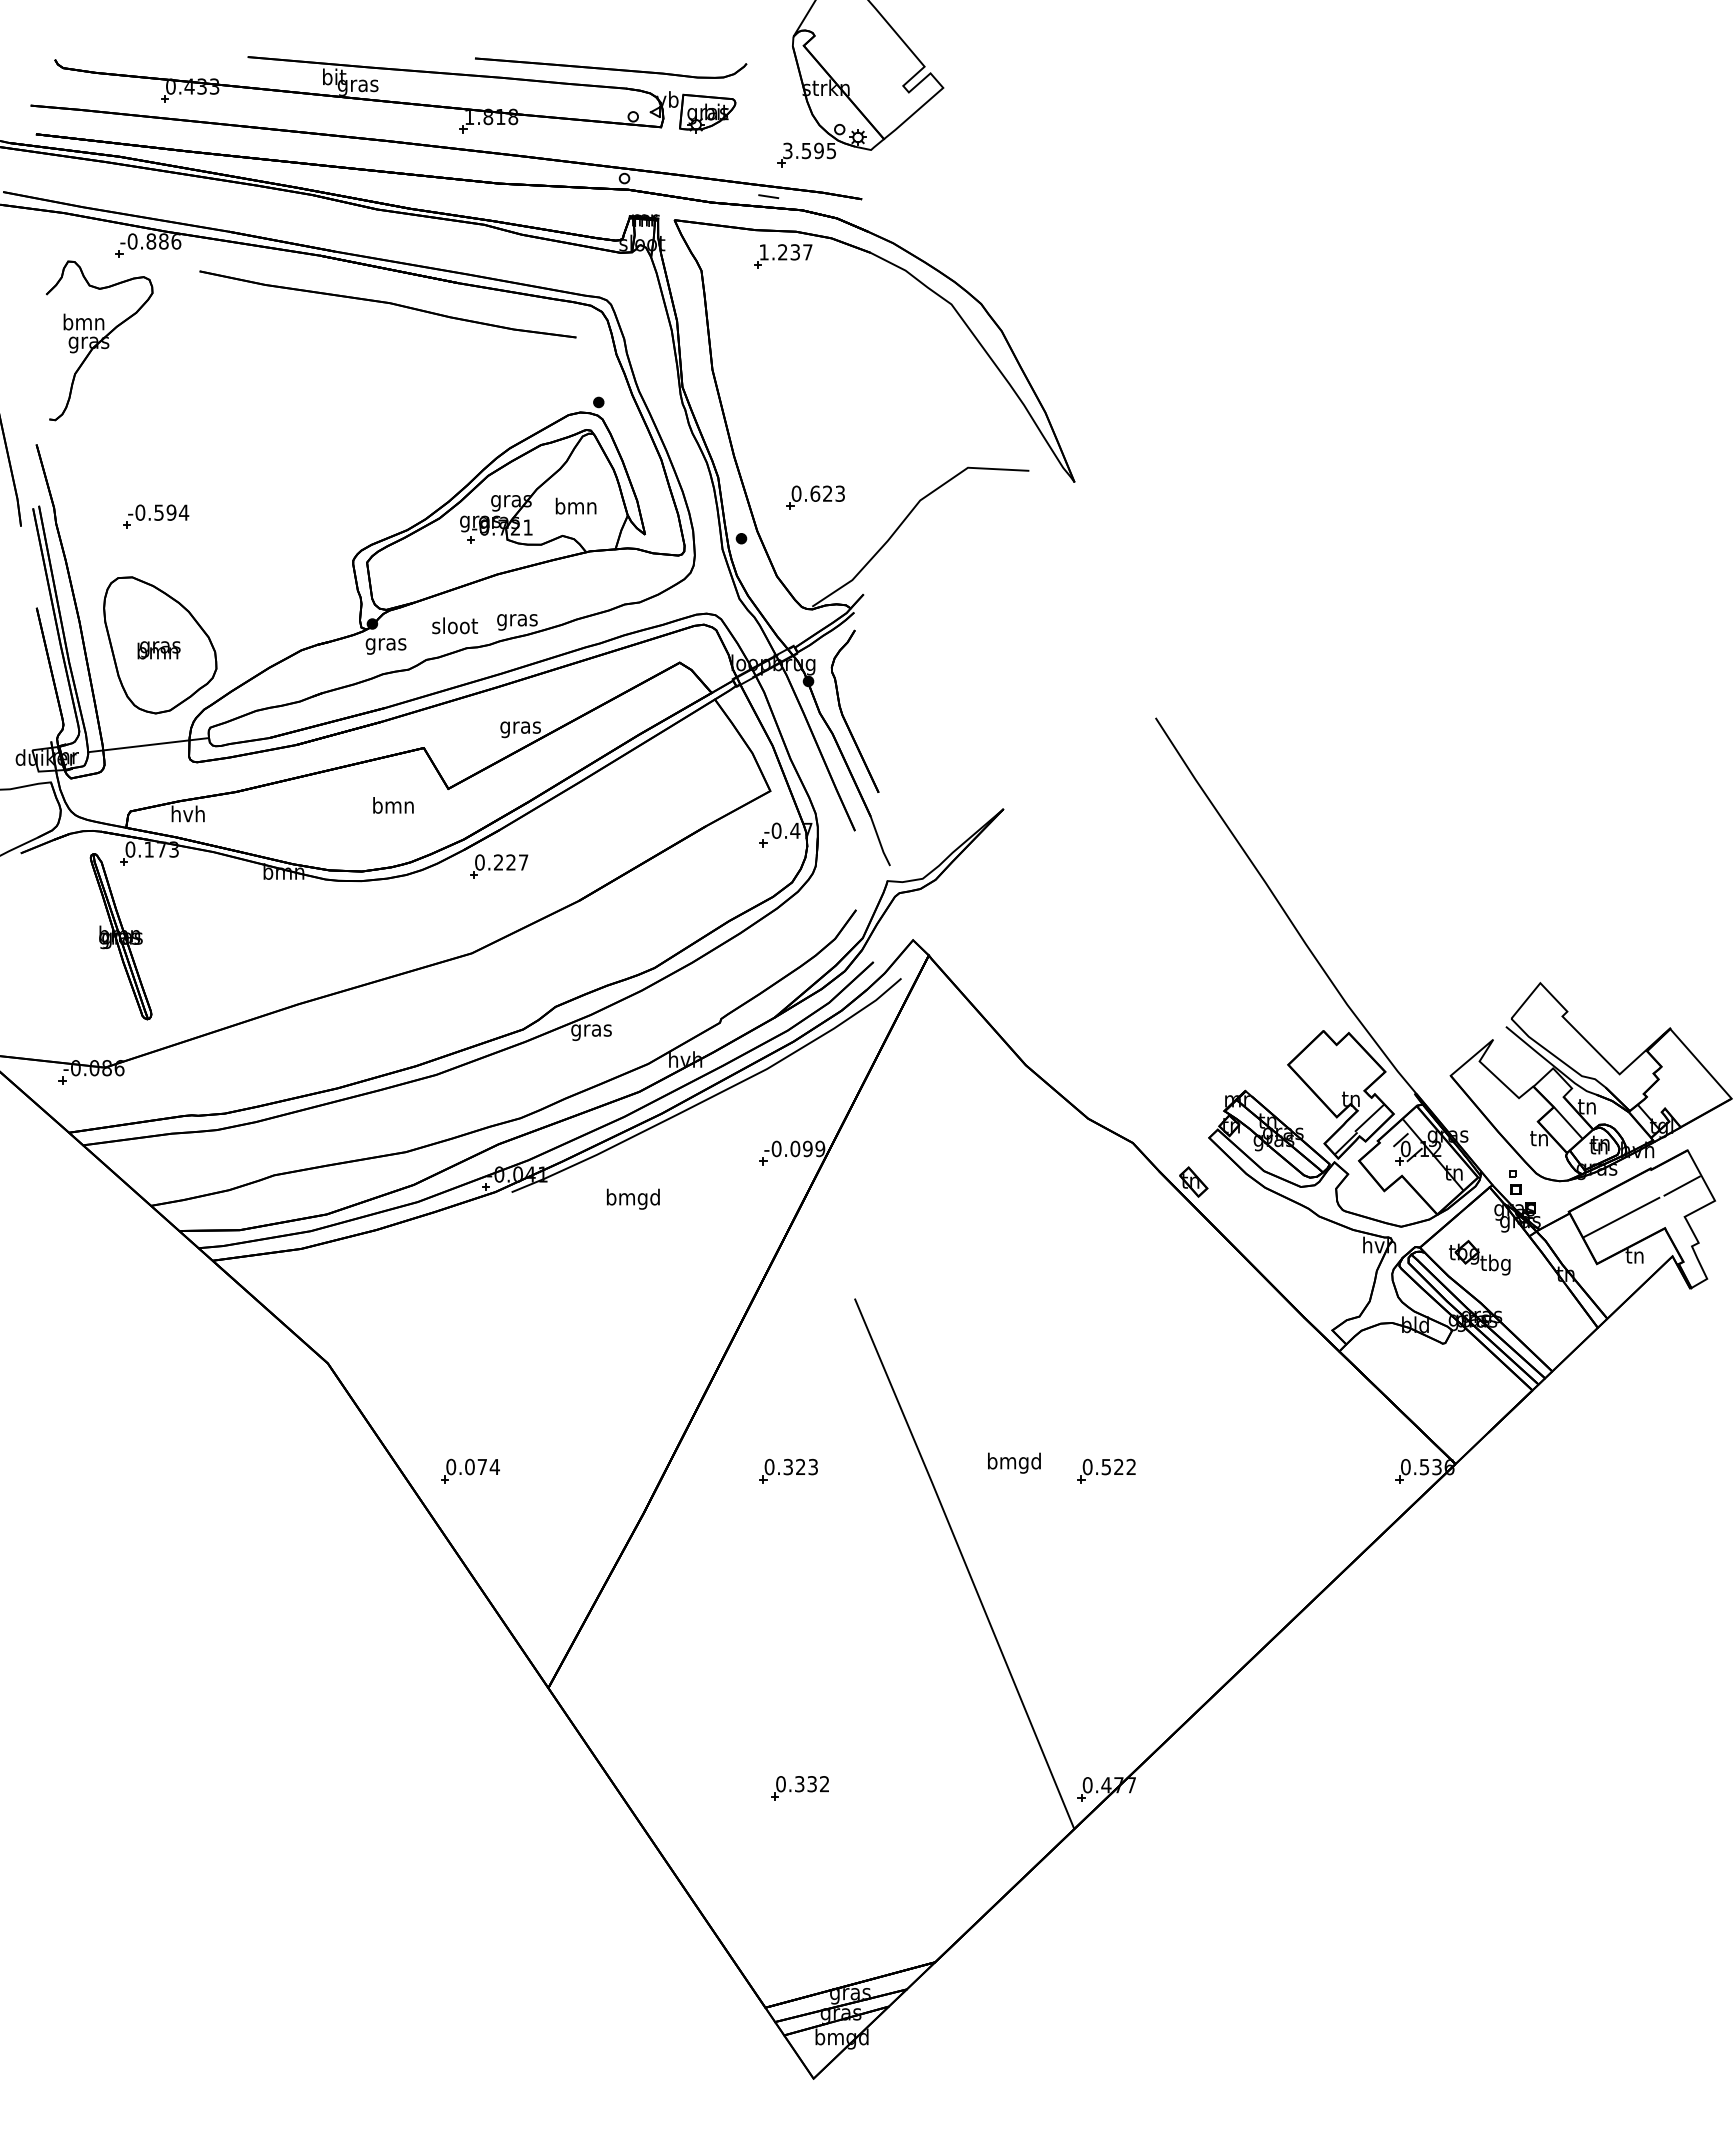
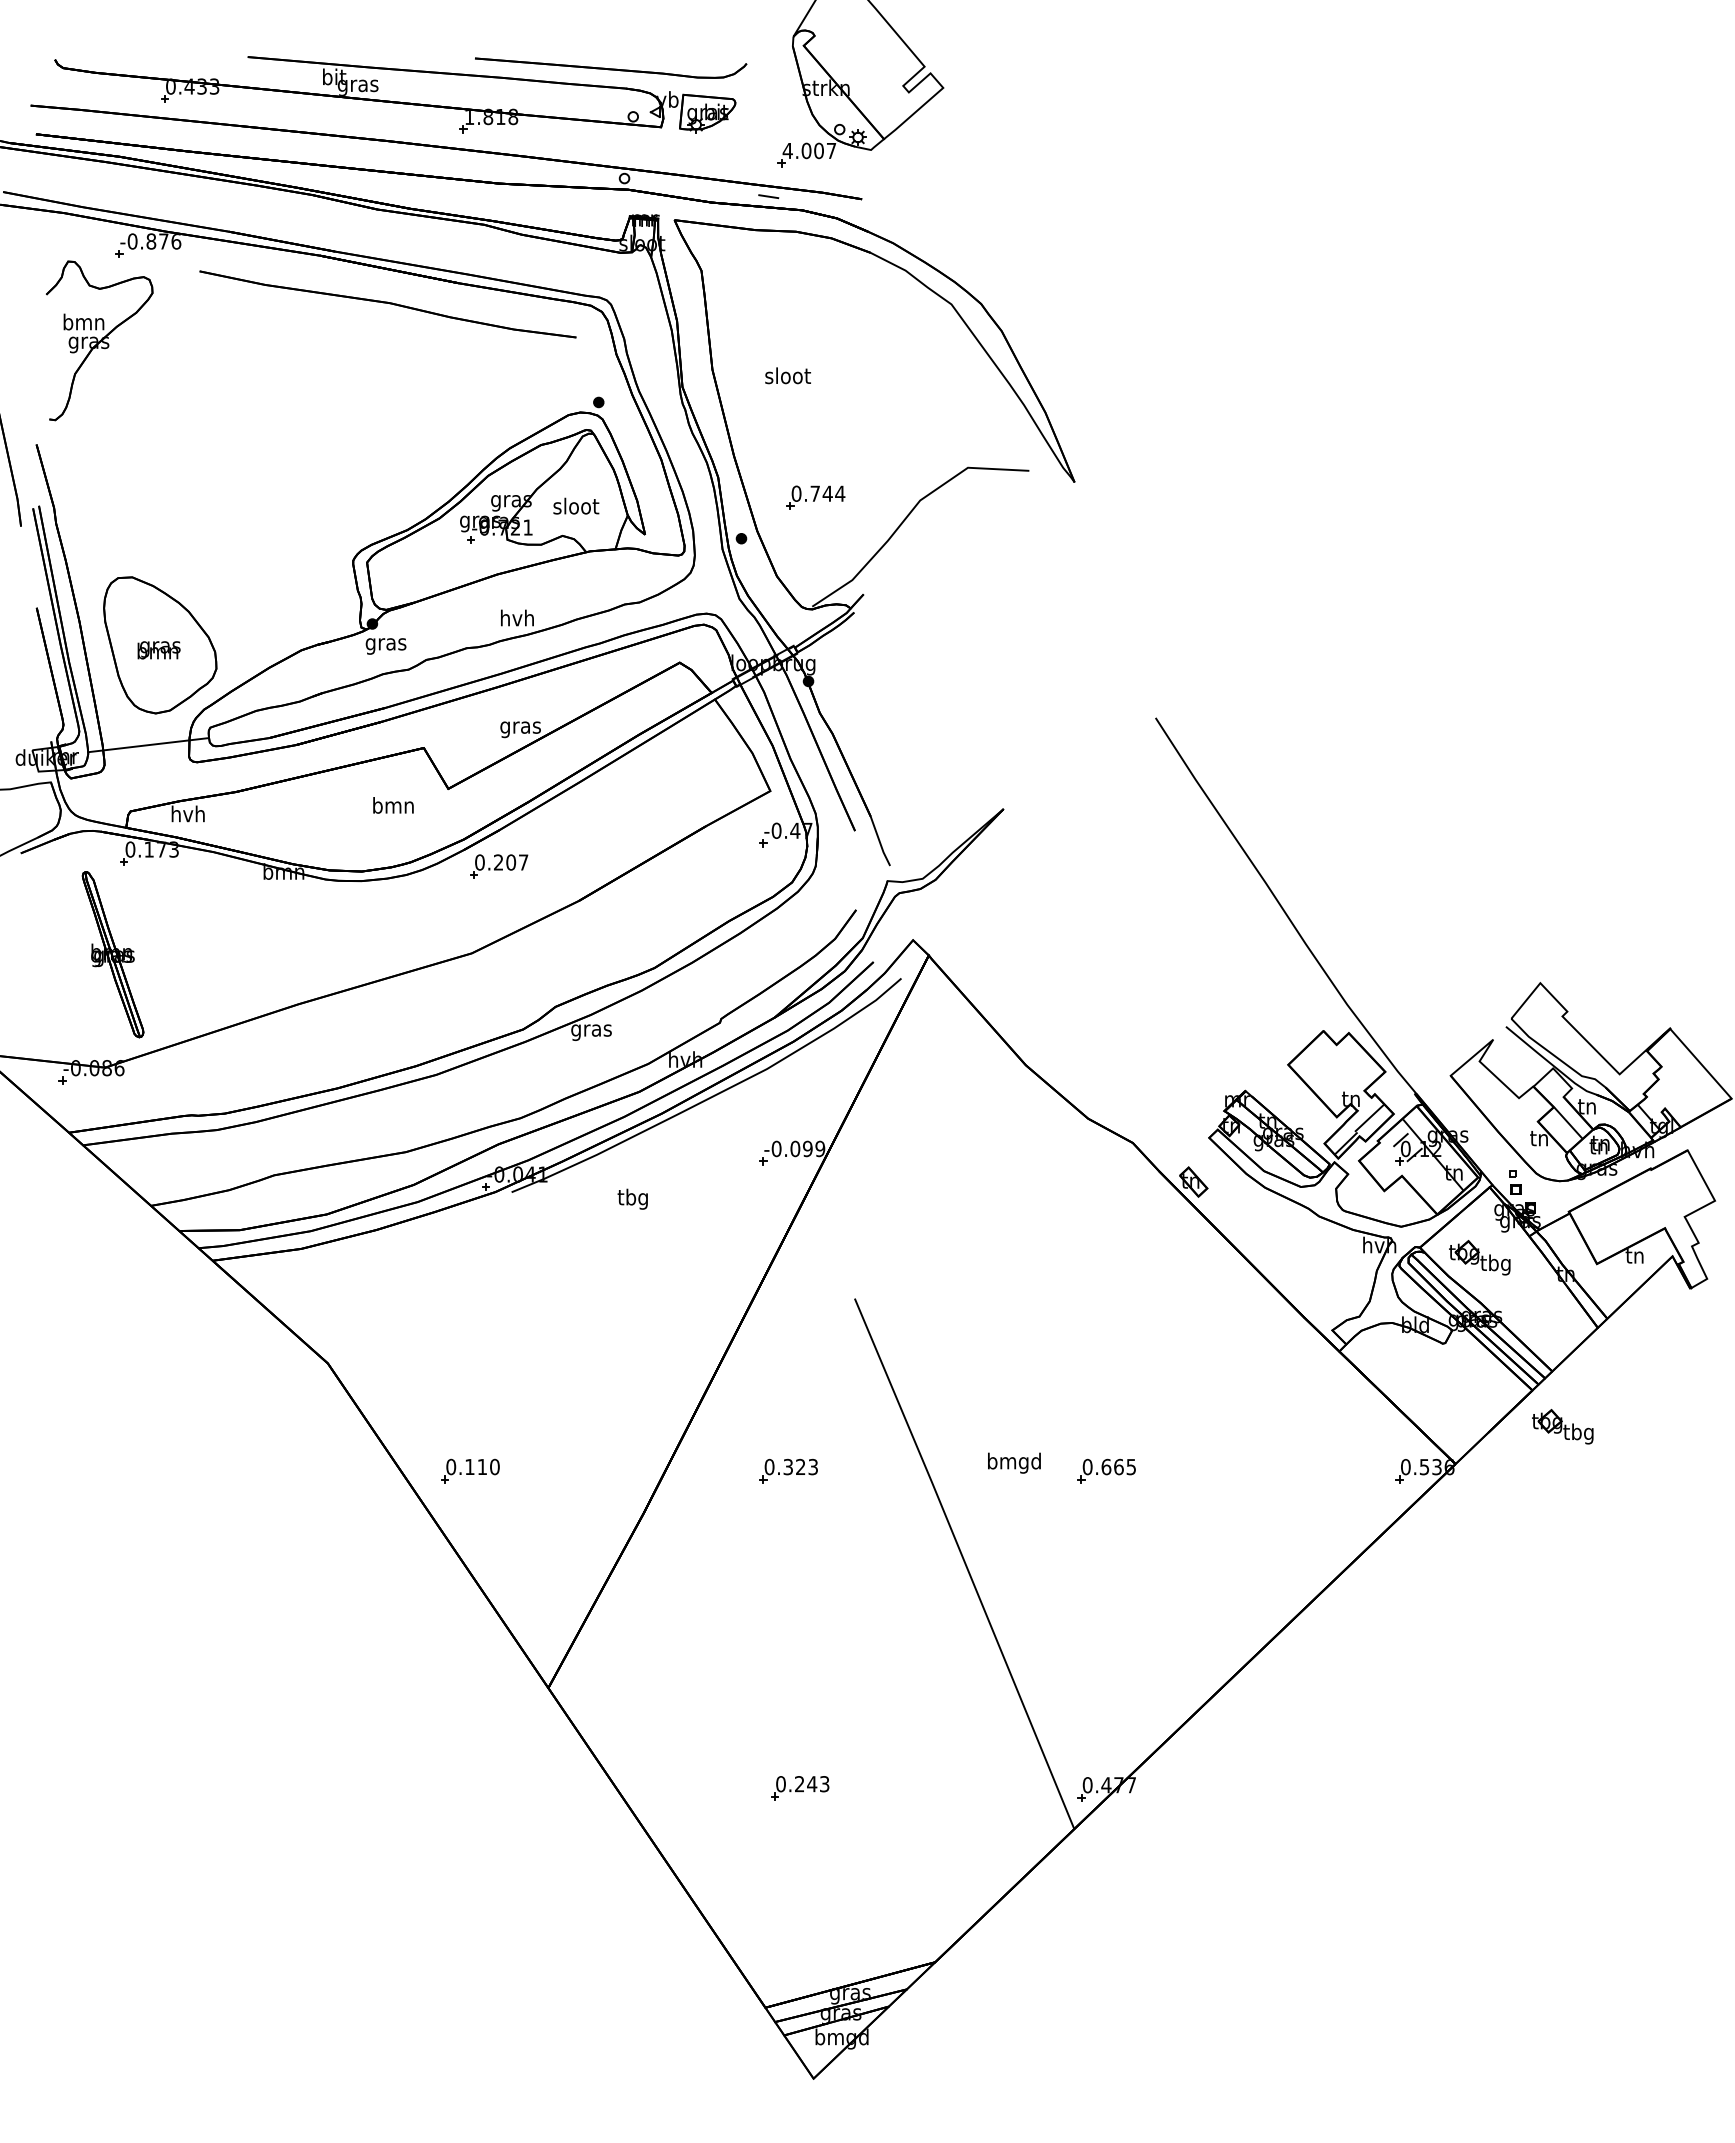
text at (809, 150): 3.595 -> 4.007
text at (163, 241): -0.886 -> -0.876
part at (783, 256): present -> none
text at (827, 493): 0.623 -> 0.744
text at (576, 505): bmn -> sloot
part at (156, 516): present -> none
text at (517, 619): gras -> hvh
text at (454, 625) position: (454, 625) -> (787, 375)
part at (844, 716): present -> none
text at (511, 862): 0.227 -> 0.207
part at (120, 936) position: (120, 936) -> (112, 954)
line at (1681, 1185): present -> none
text at (632, 1198): bmgd -> tbg
line at (1621, 1217): present -> none
part at (1562, 1426): none -> present
text at (482, 1466): 0.074 -> 0.110
text at (1118, 1466): 0.522 -> 0.665
text at (812, 1784): 0.332 -> 0.243
